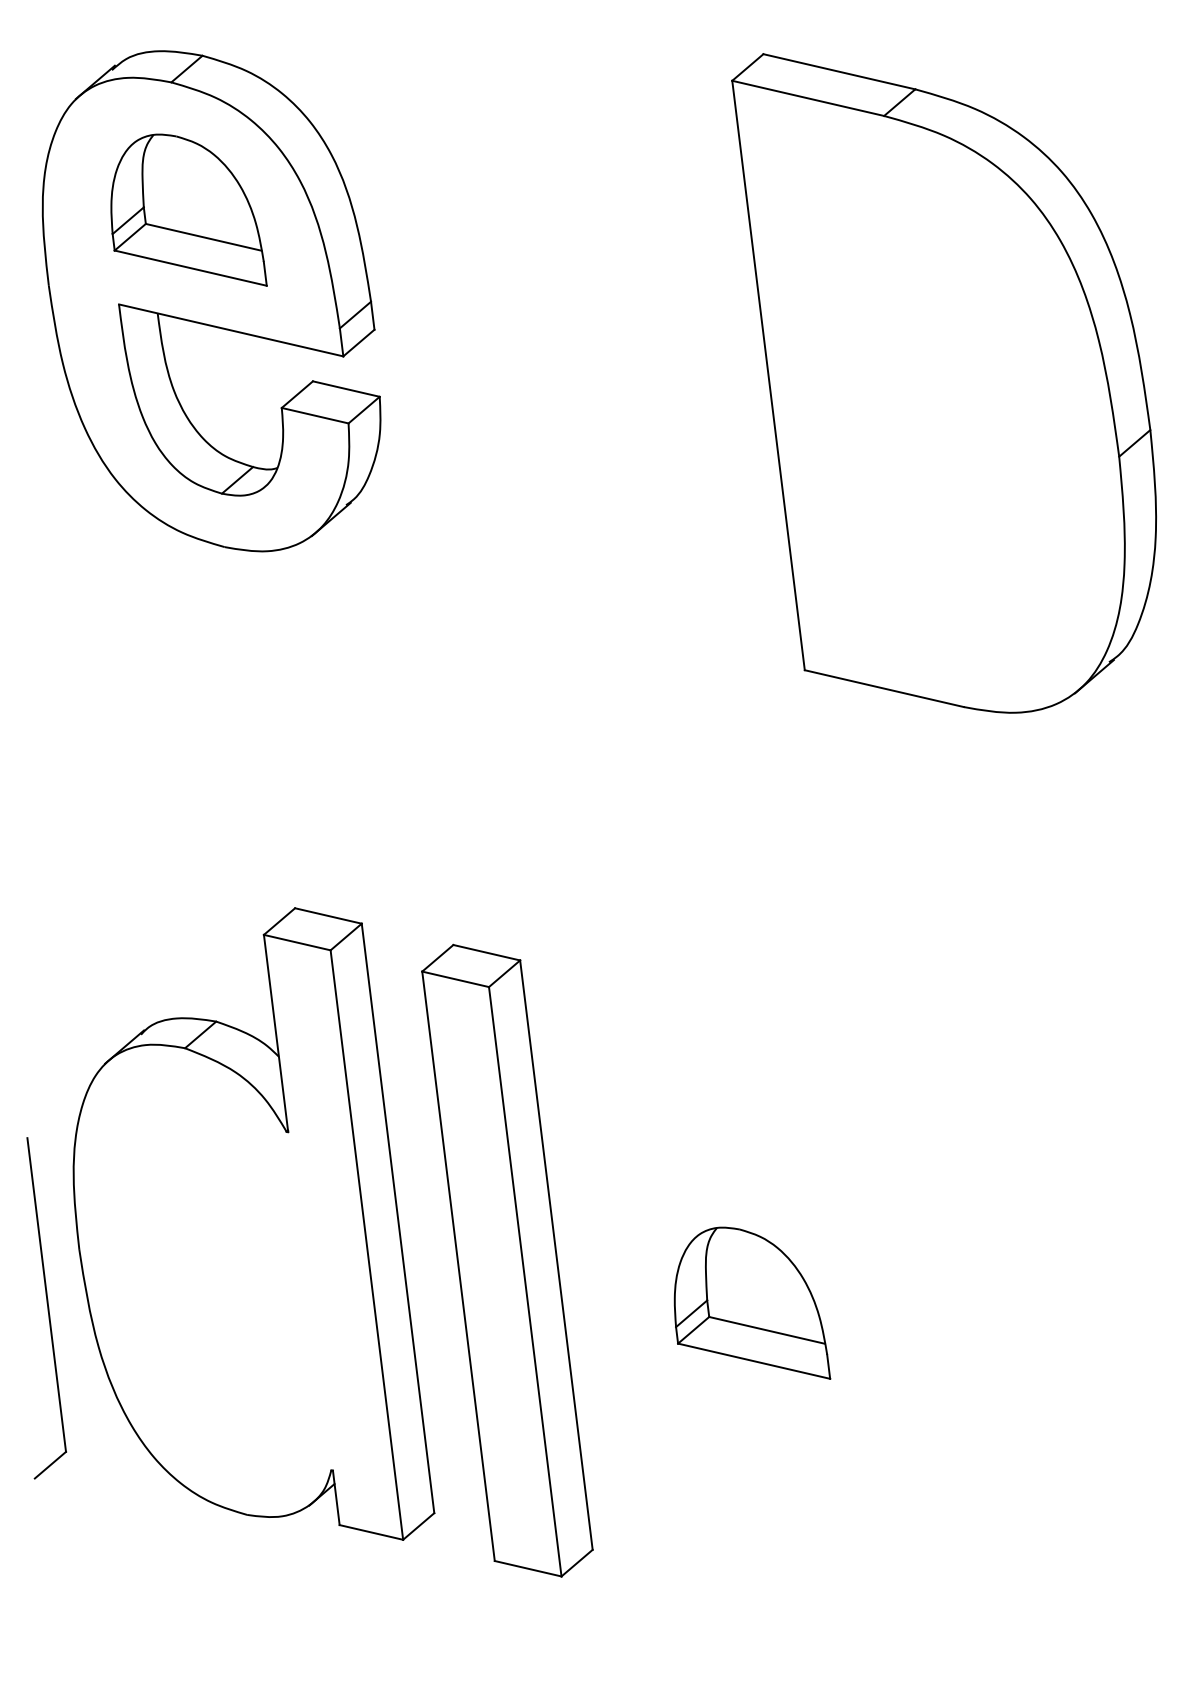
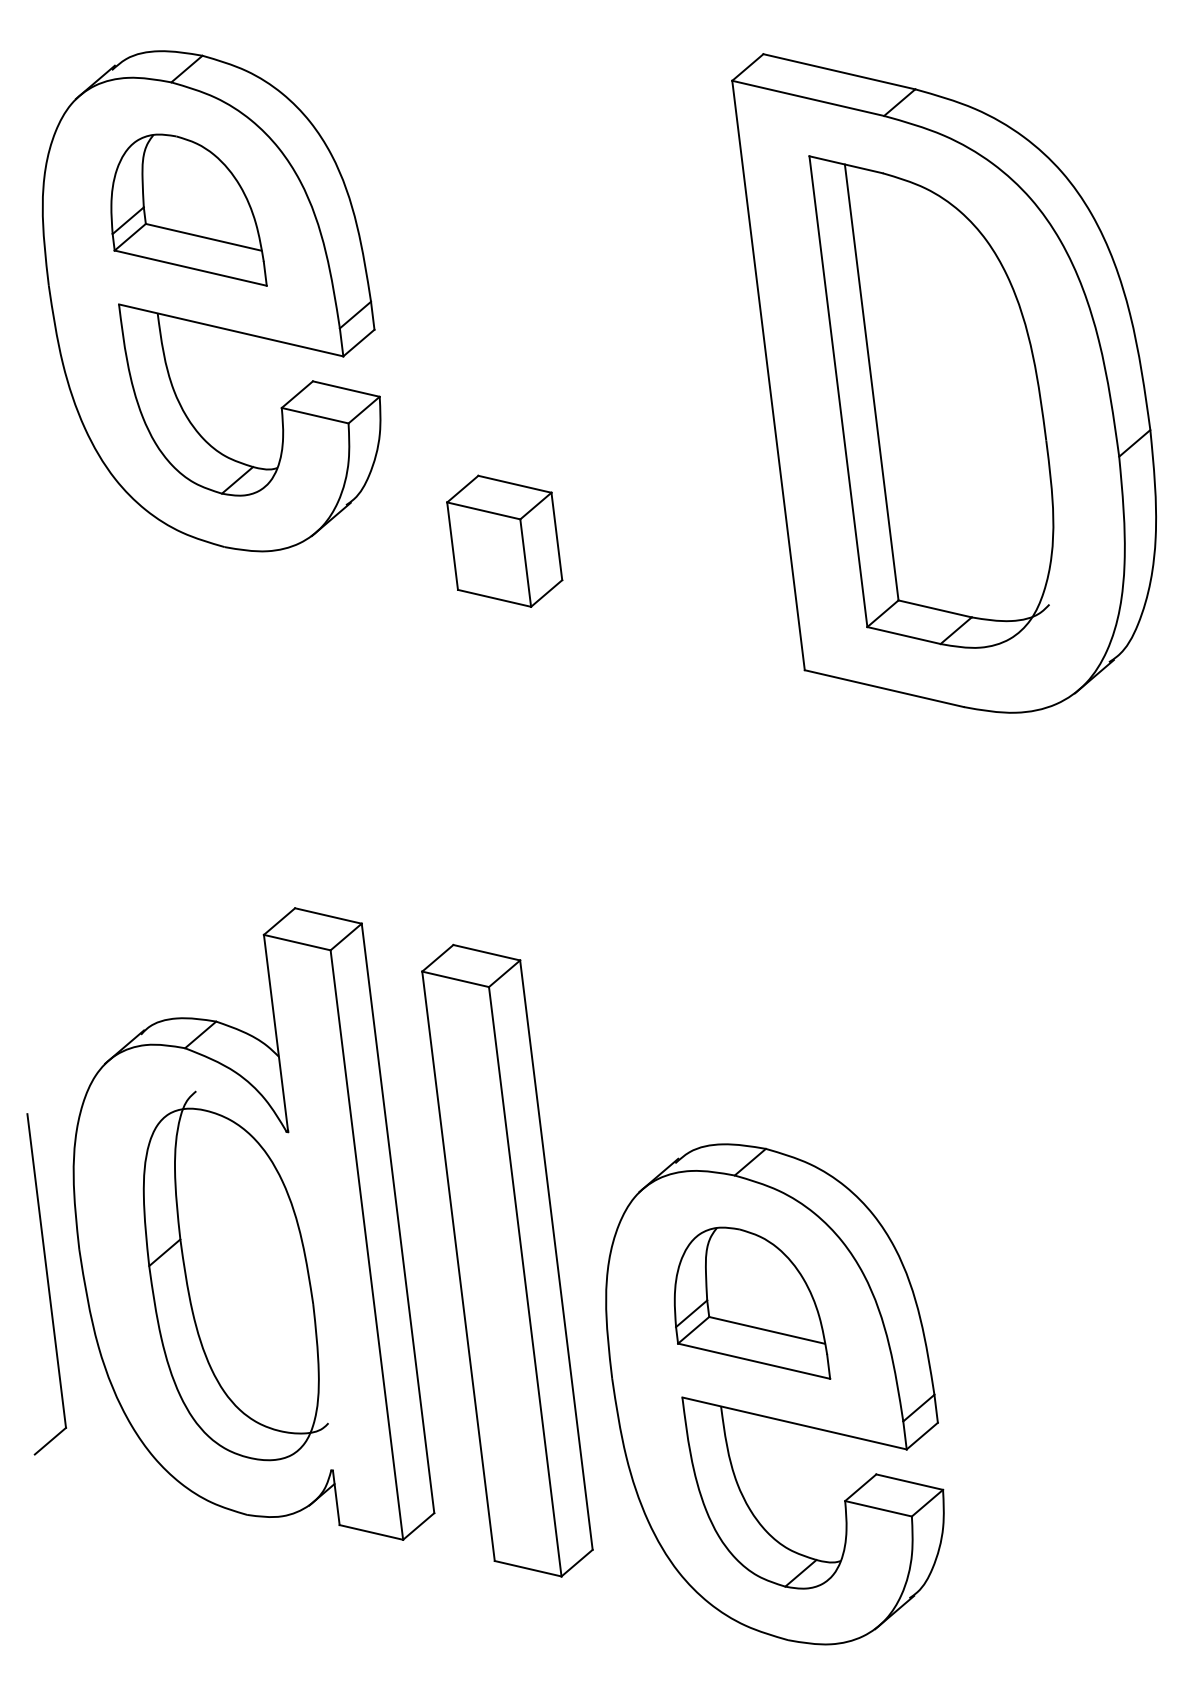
part at (931, 401): none -> present
part at (504, 540): none -> present
part at (235, 1275): none -> present
part at (46, 1308) position: (46, 1308) -> (46, 1284)
part at (774, 1394): none -> present
